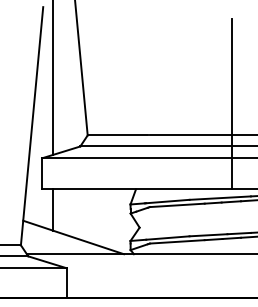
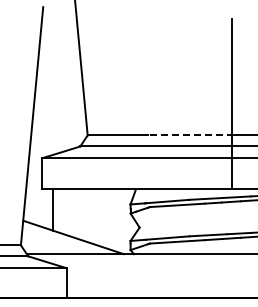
line at (53, 78): present -> none
line at (191, 135): solid -> dashed
